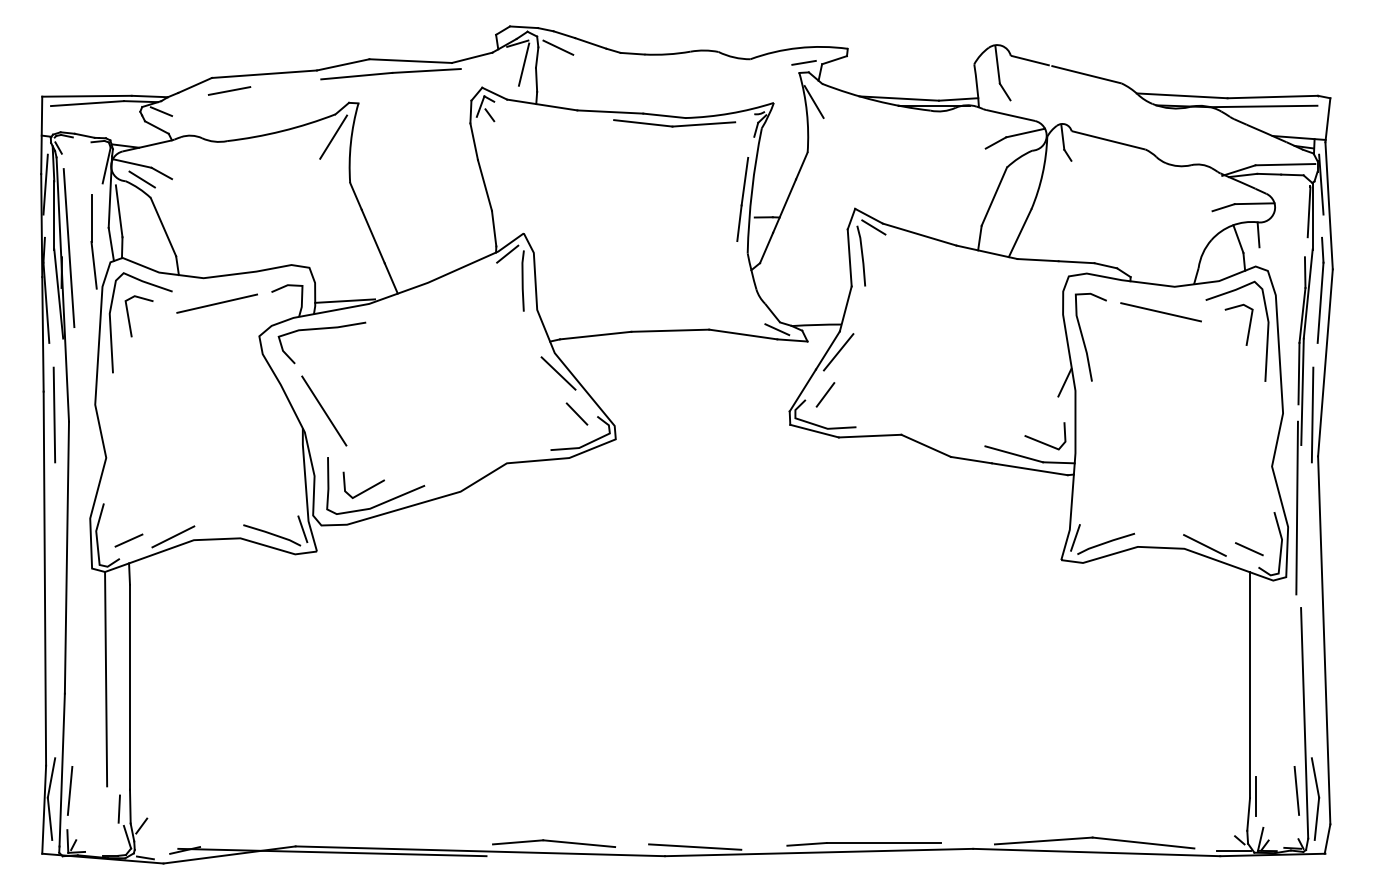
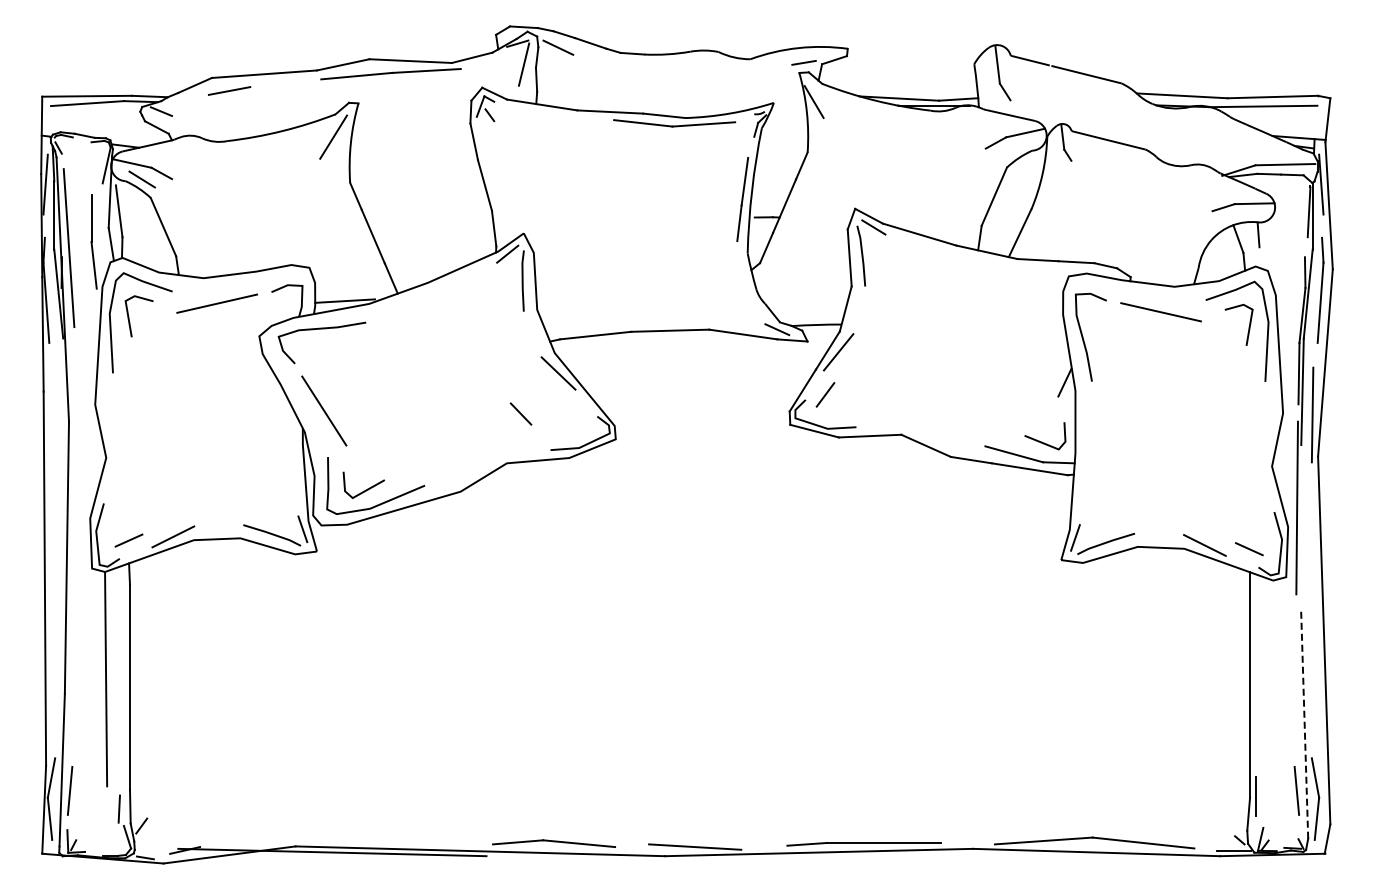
line at (576, 413) position: (576, 413) -> (520, 413)
line at (54, 414): present -> none
line at (1304, 722): solid -> dashed
